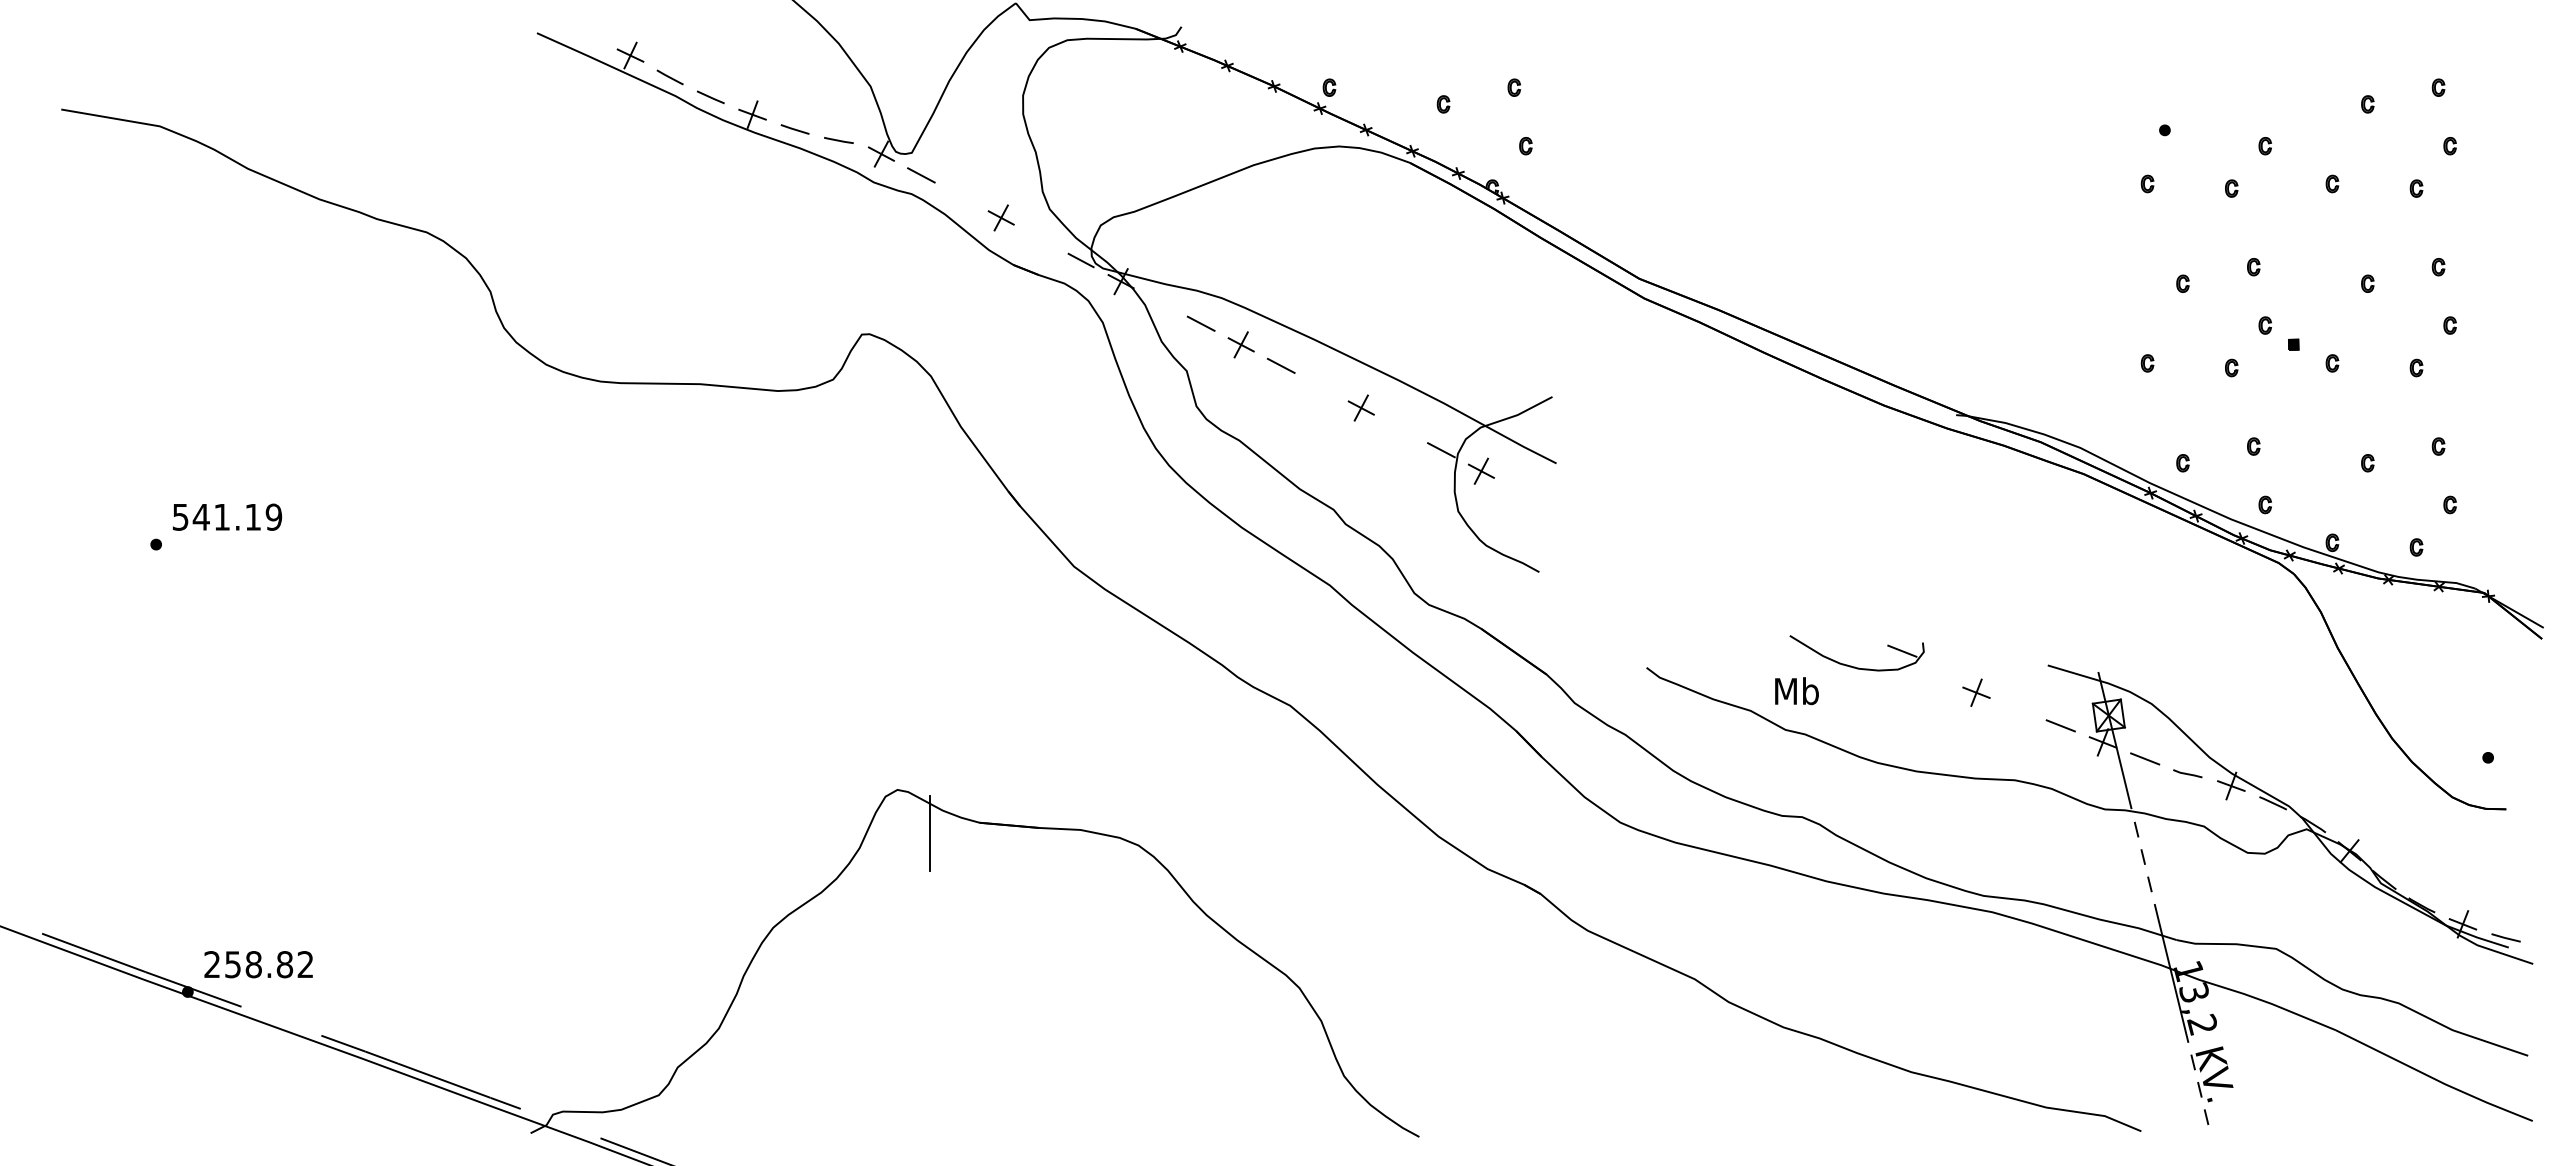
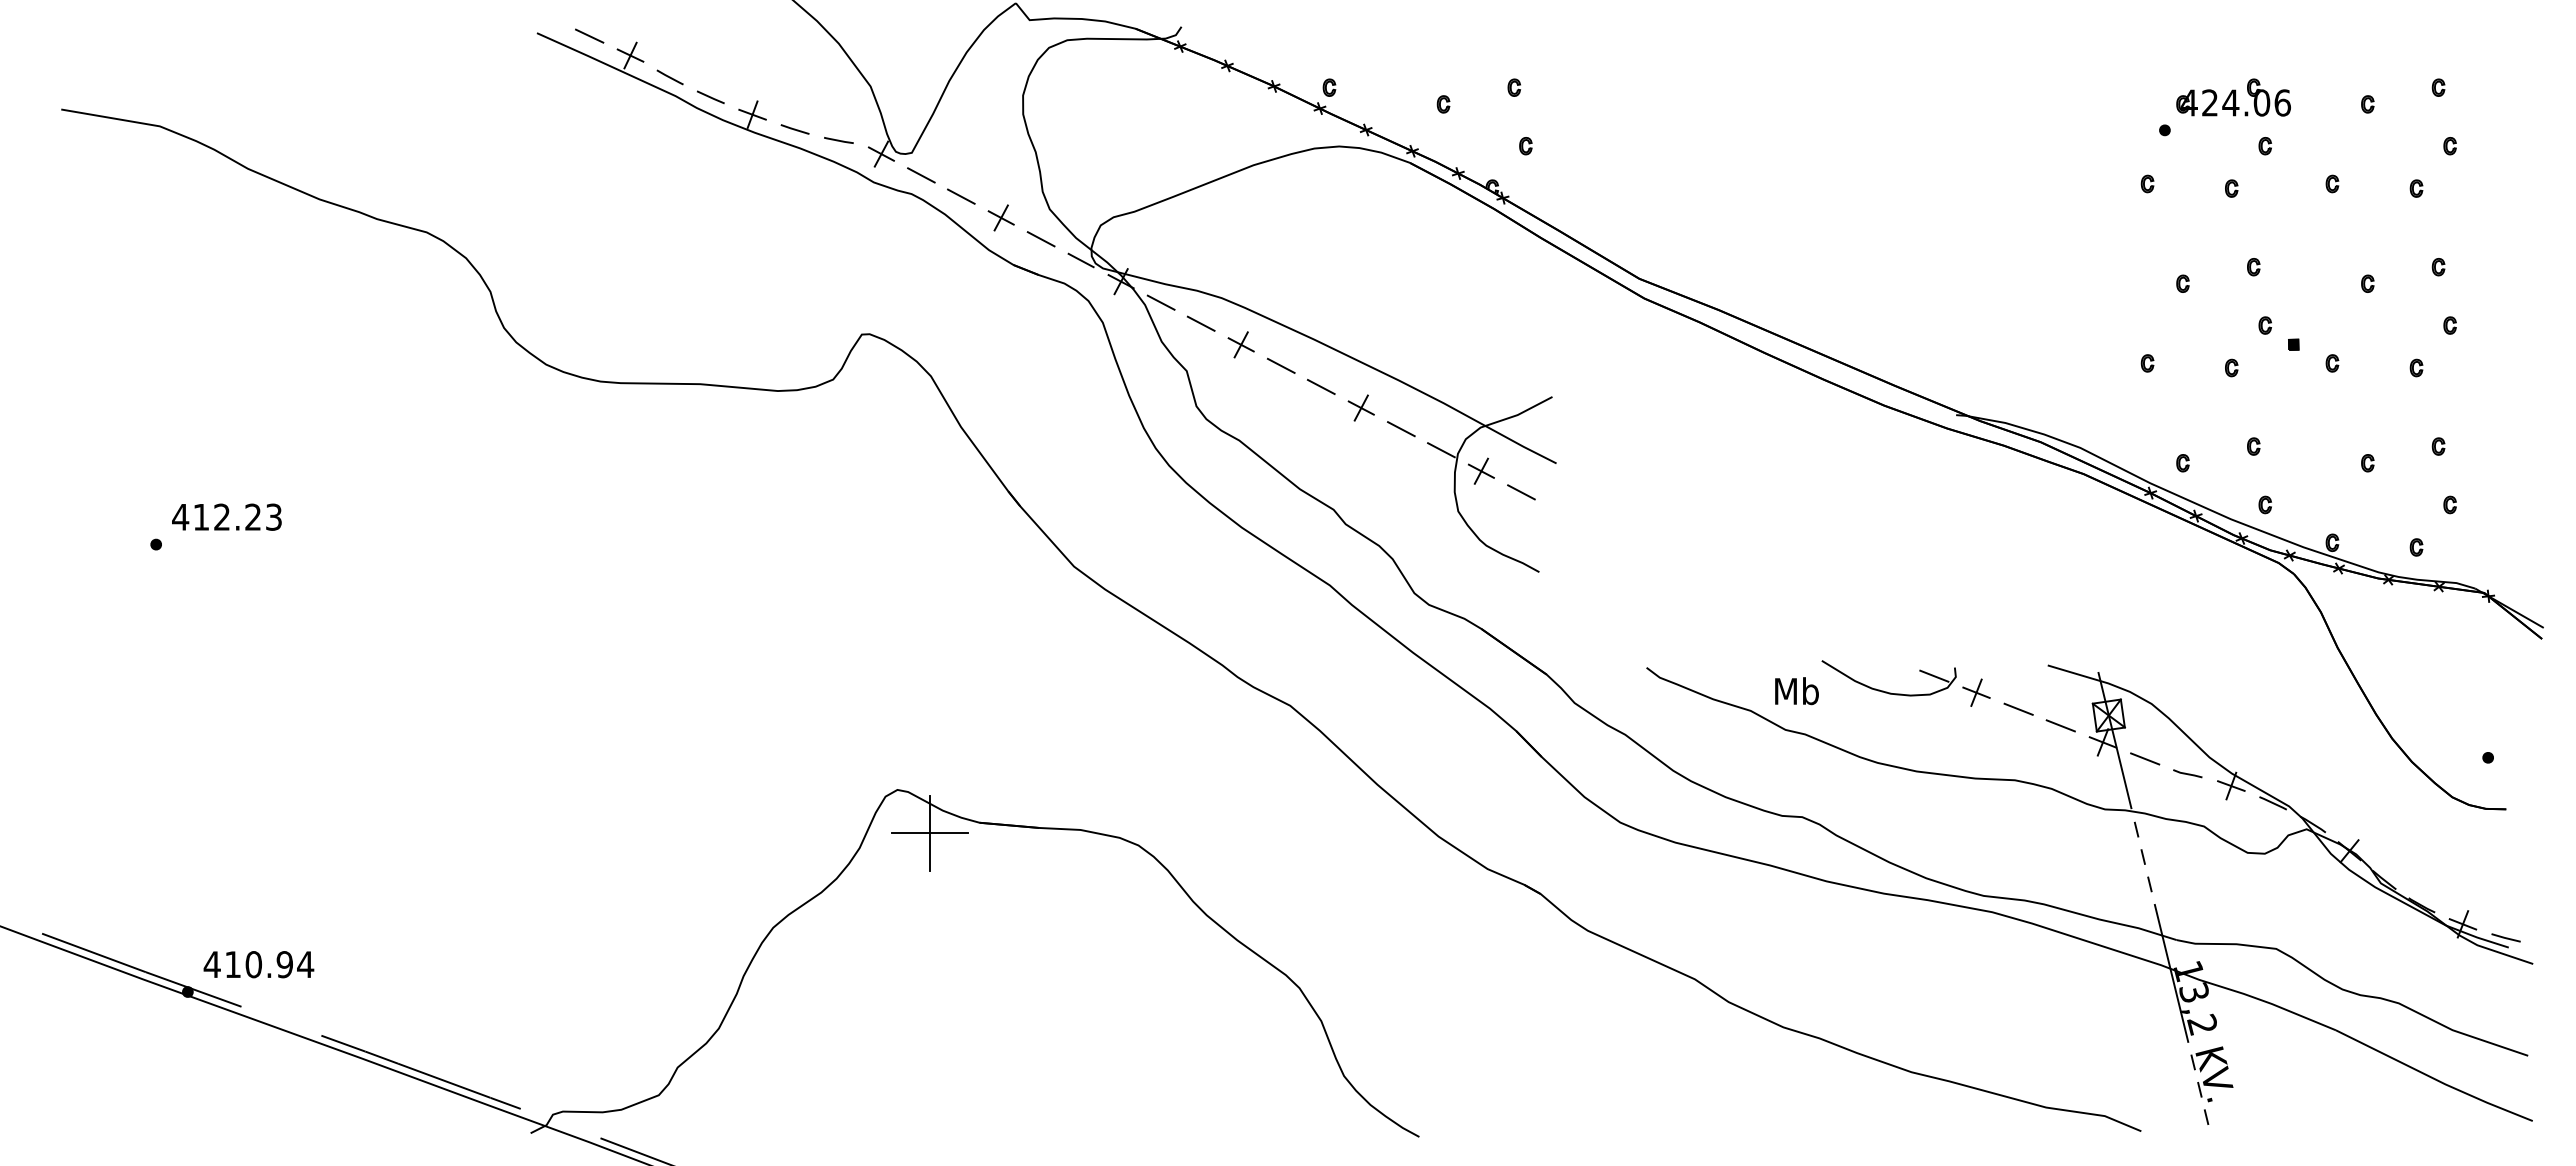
line at (589, 35): none -> present
part at (2233, 97): none -> present
line at (961, 196): none -> present
line at (1040, 239): none -> present
line at (1160, 302): none -> present
line at (1320, 386): none -> present
line at (1401, 429): none -> present
line at (1521, 492): none -> present
text at (227, 516): 541.19 -> 412.23
part at (1851, 665) position: (1851, 665) -> (1883, 690)
line at (2018, 708): none -> present
line at (929, 833): none -> present
text at (258, 964): 258.82 -> 410.94
